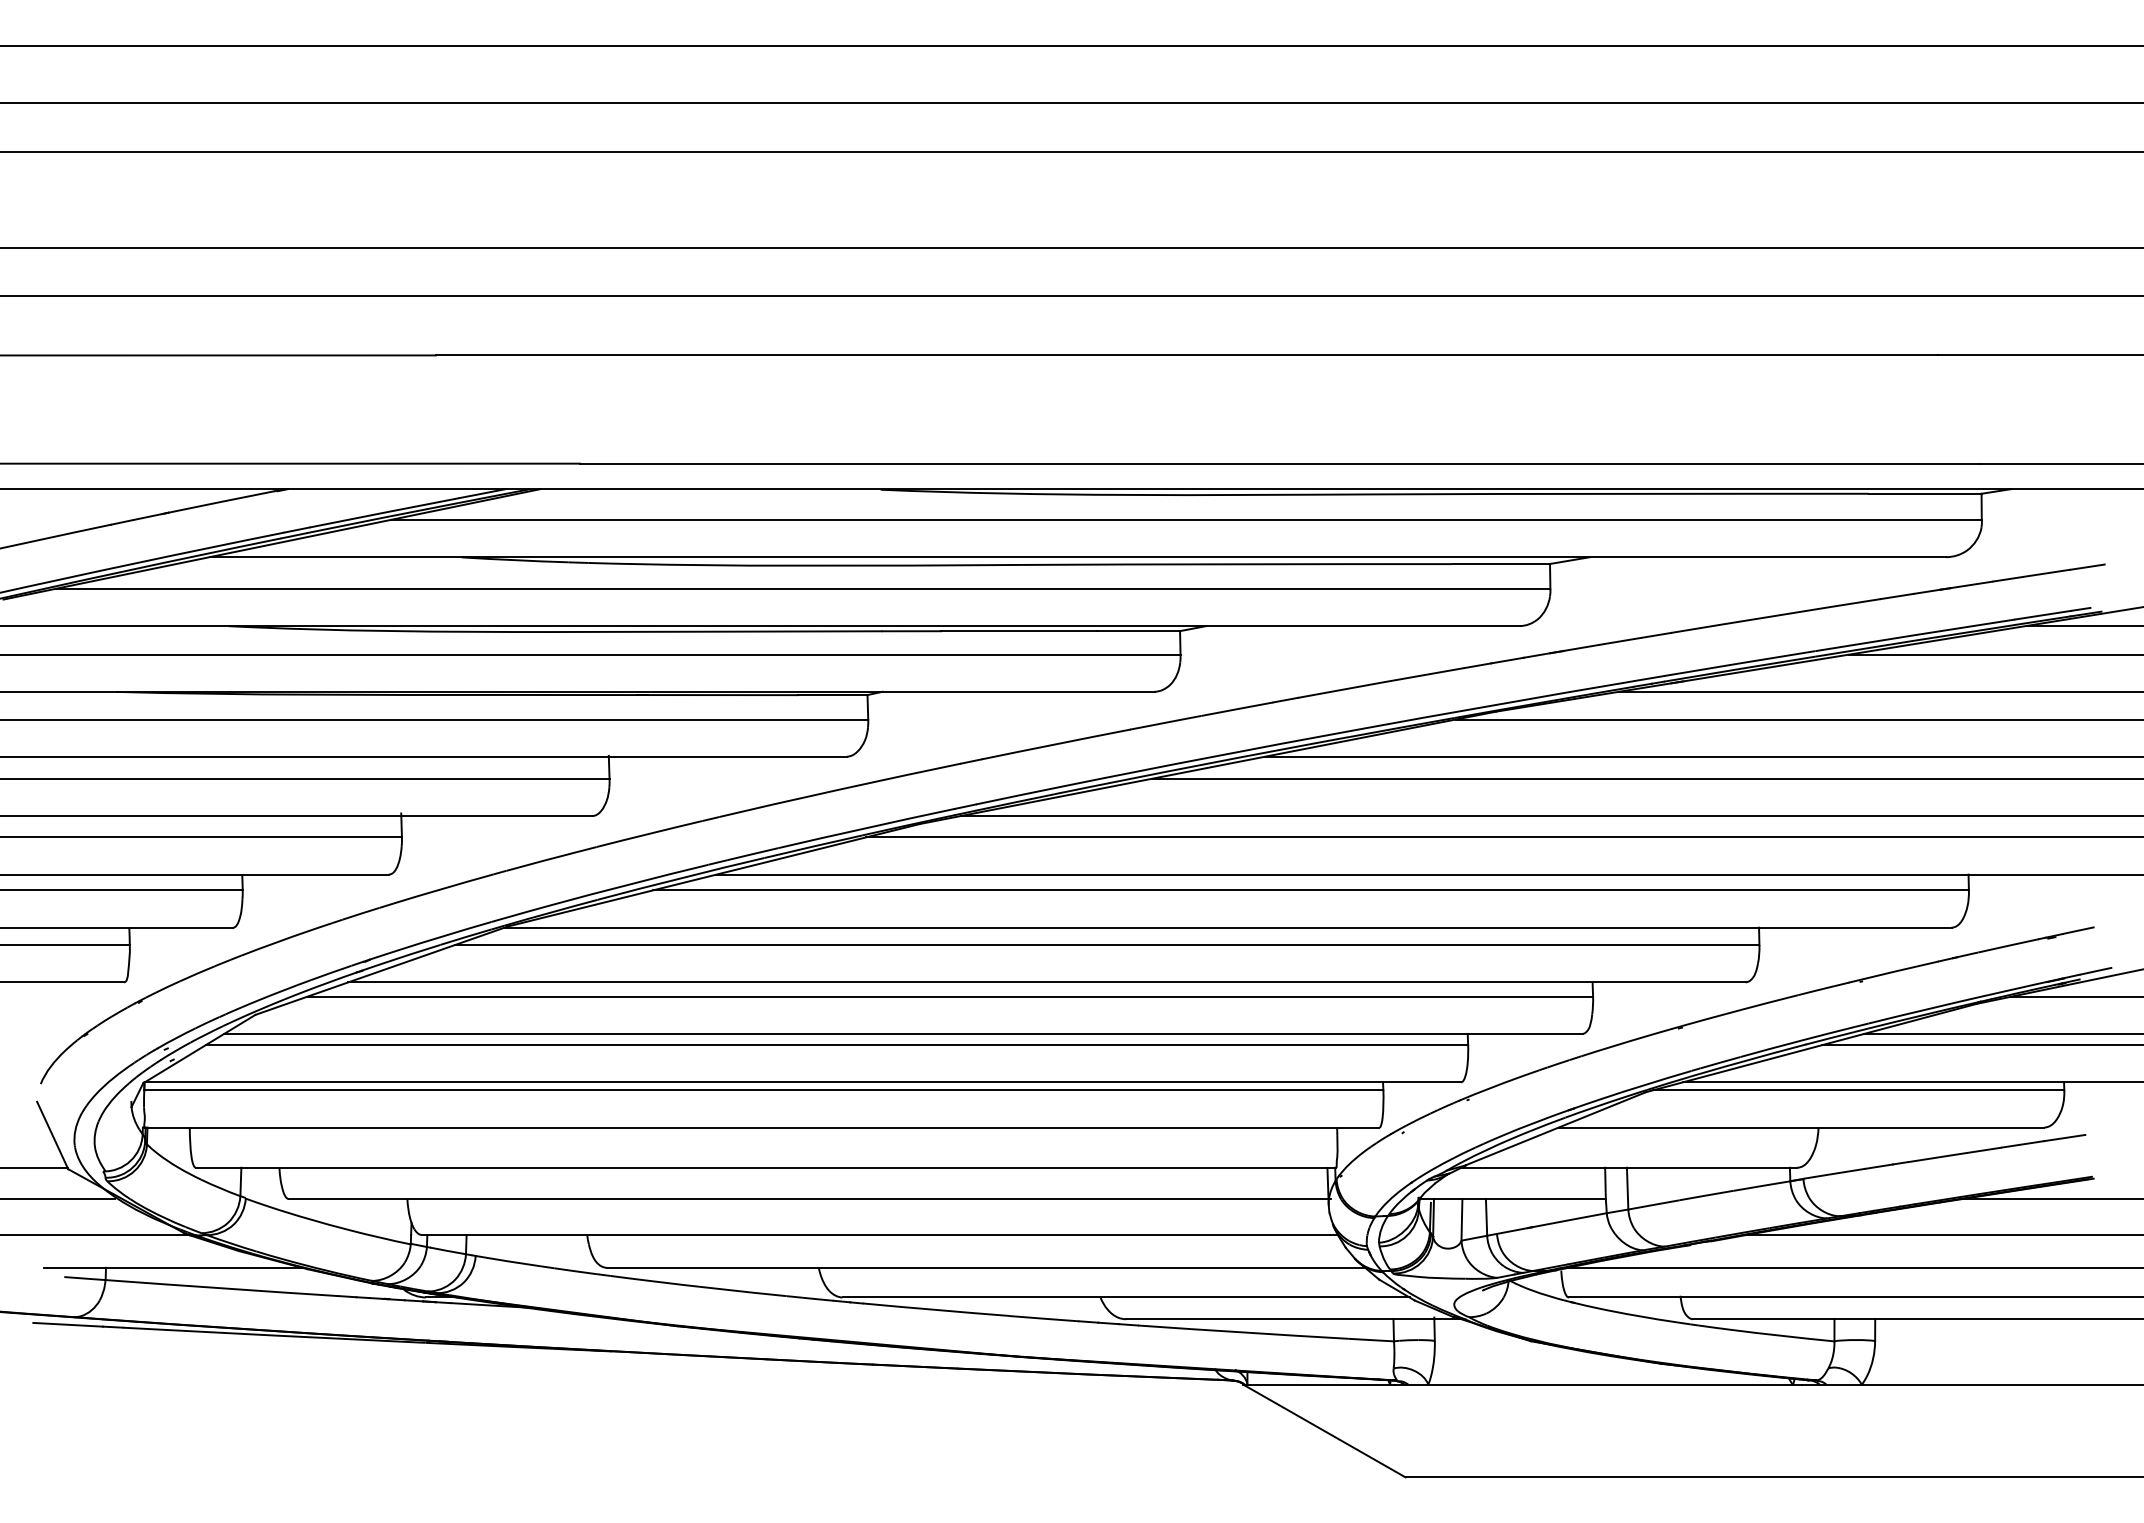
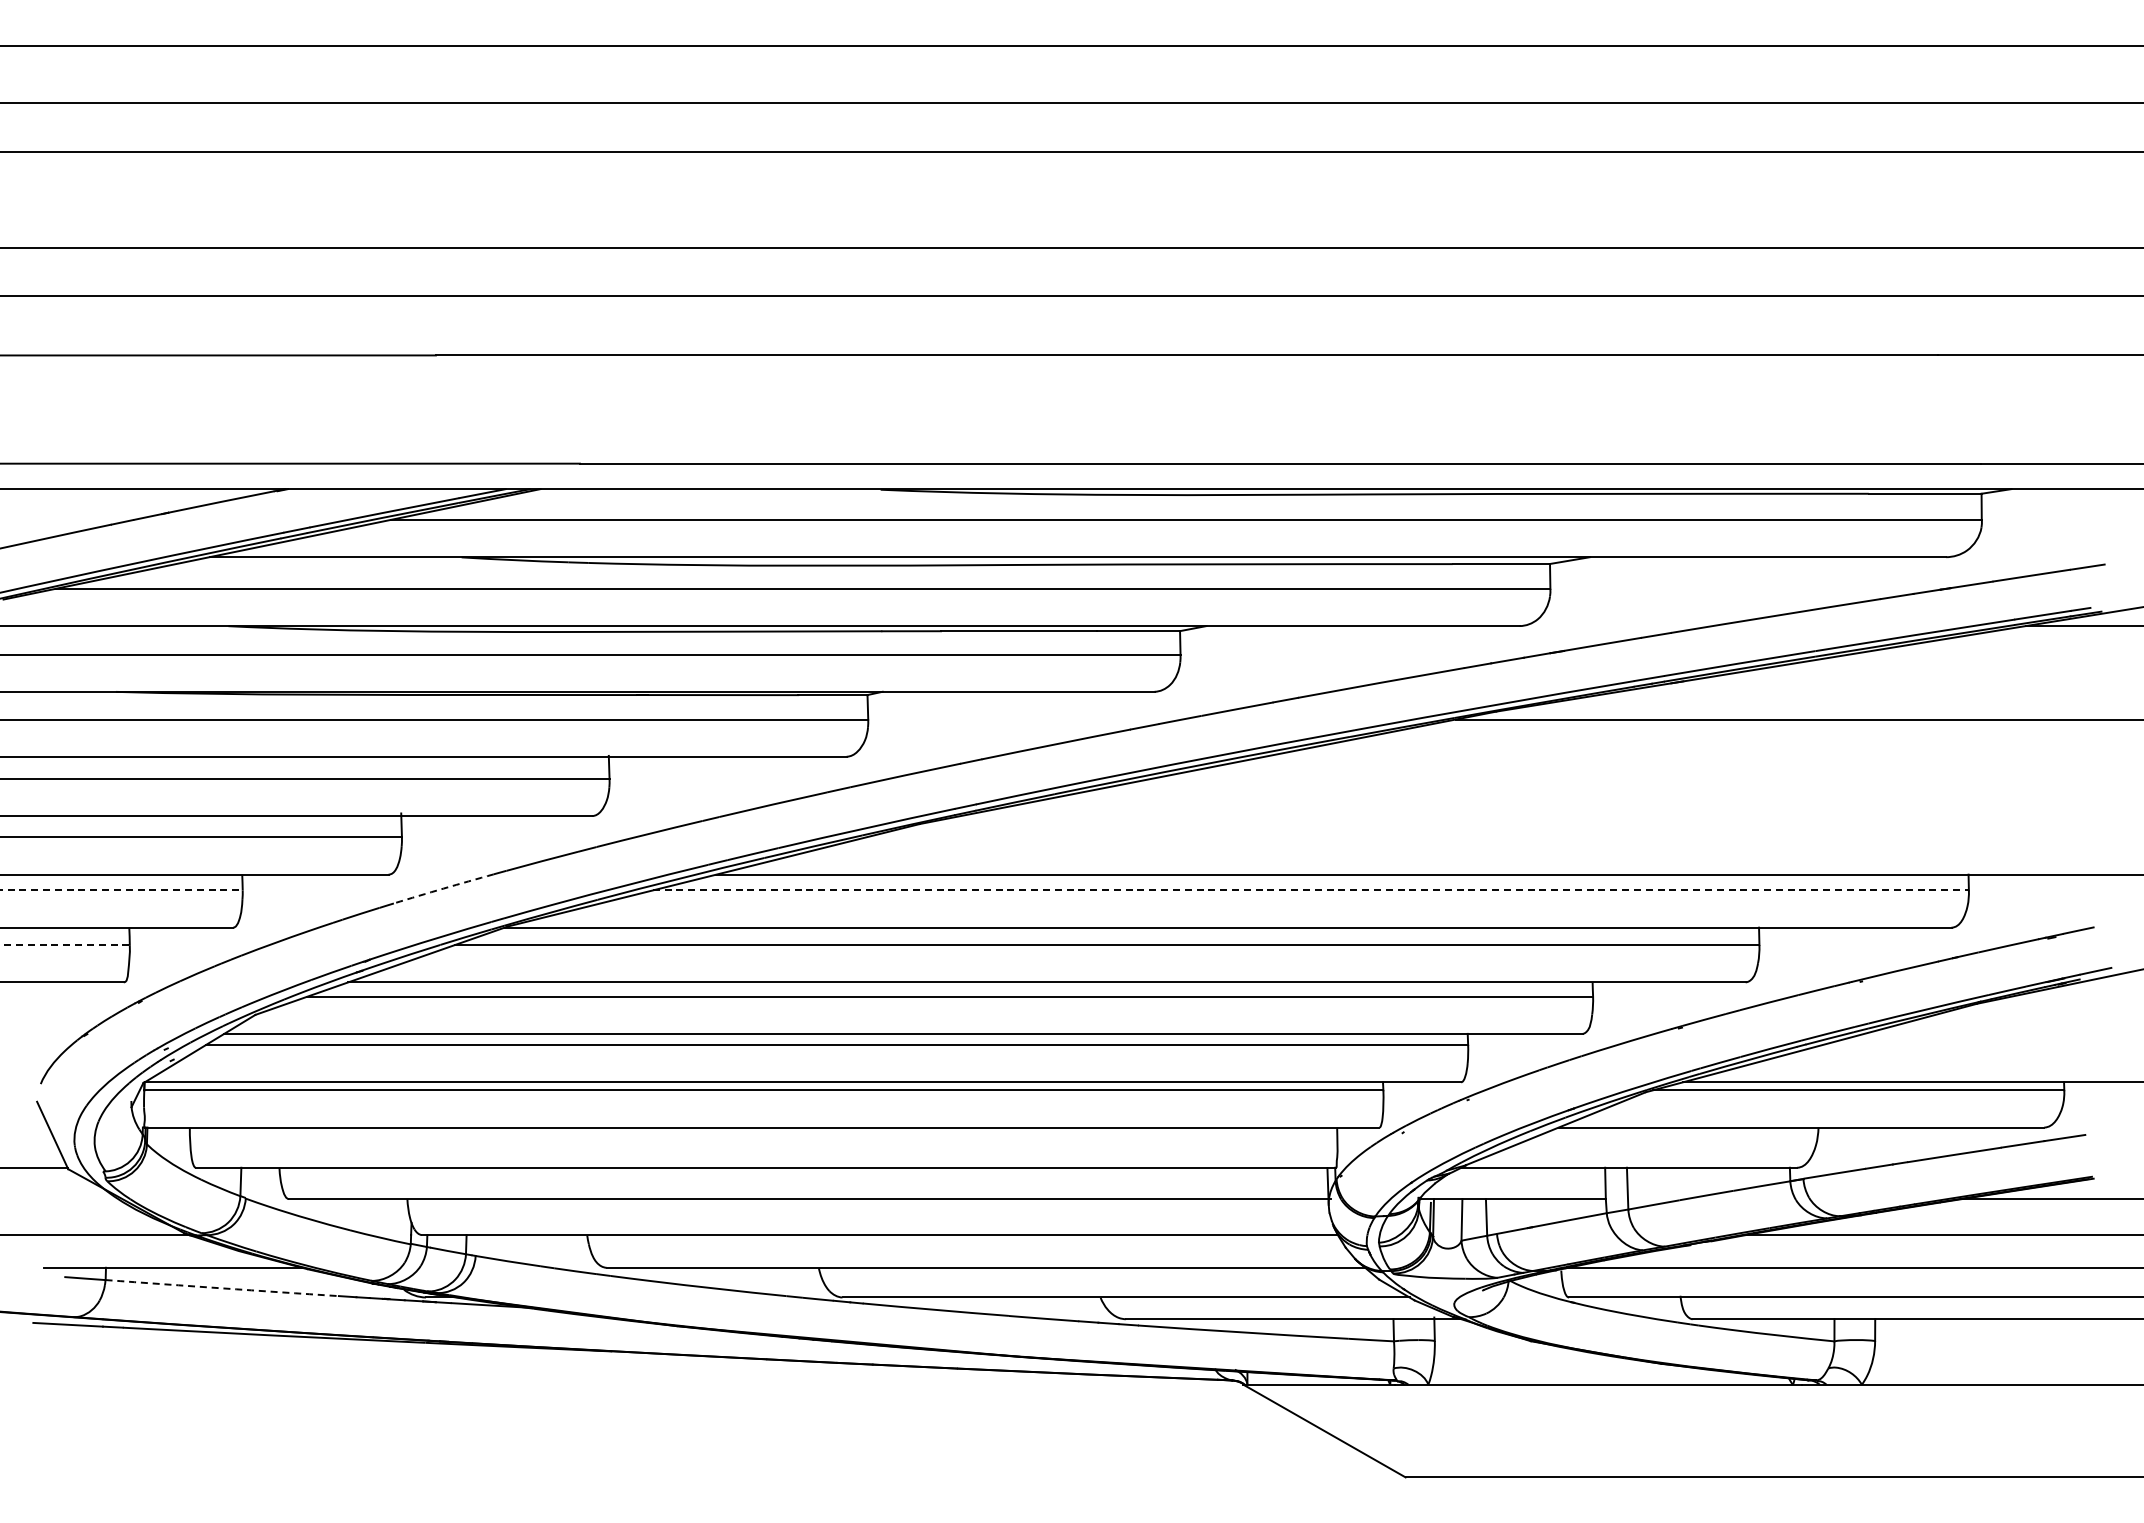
line at (1994, 654): present -> none
line at (1879, 691): present -> none
line at (1702, 756): present -> none
line at (1645, 778): present -> none
line at (1550, 816): present -> none
line at (1502, 837): present -> none
arc at (443, 888): solid -> dashed
line at (121, 890): solid -> dashed
line at (1311, 890): solid -> dashed
line at (65, 945): solid -> dashed
line at (2075, 996): present -> none
line at (2002, 1033): present -> none
line at (1981, 1045): present -> none
line at (58, 1199): present -> none
arc at (222, 1288): solid -> dashed
